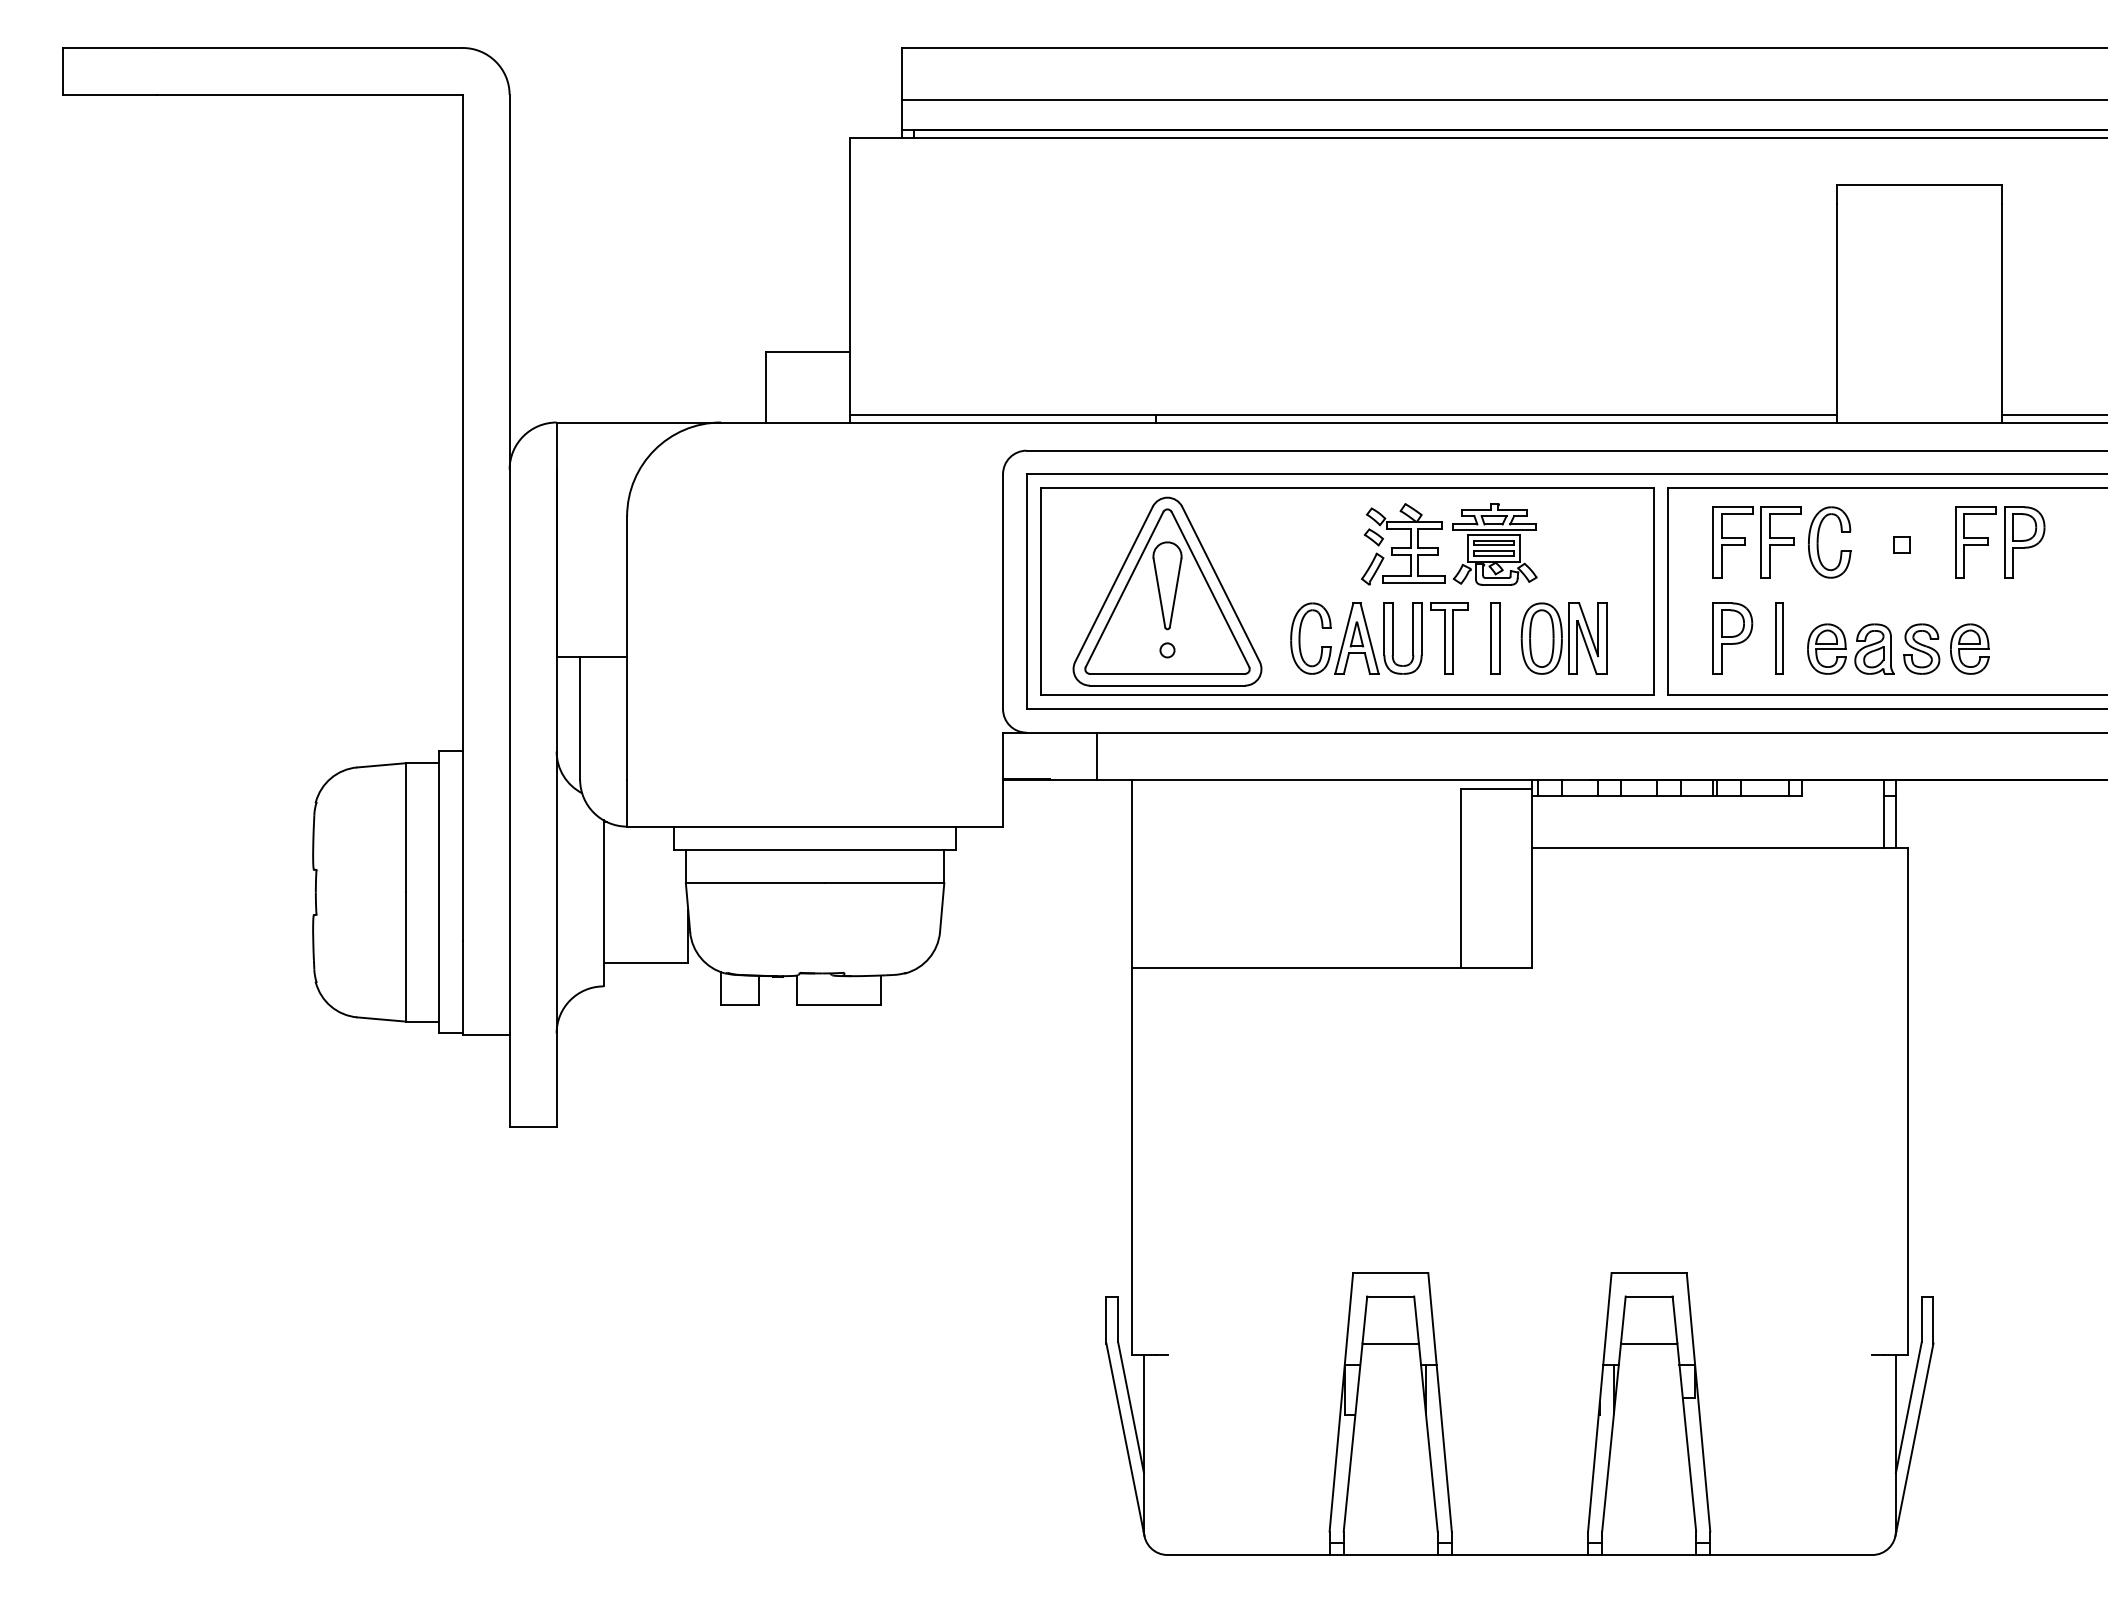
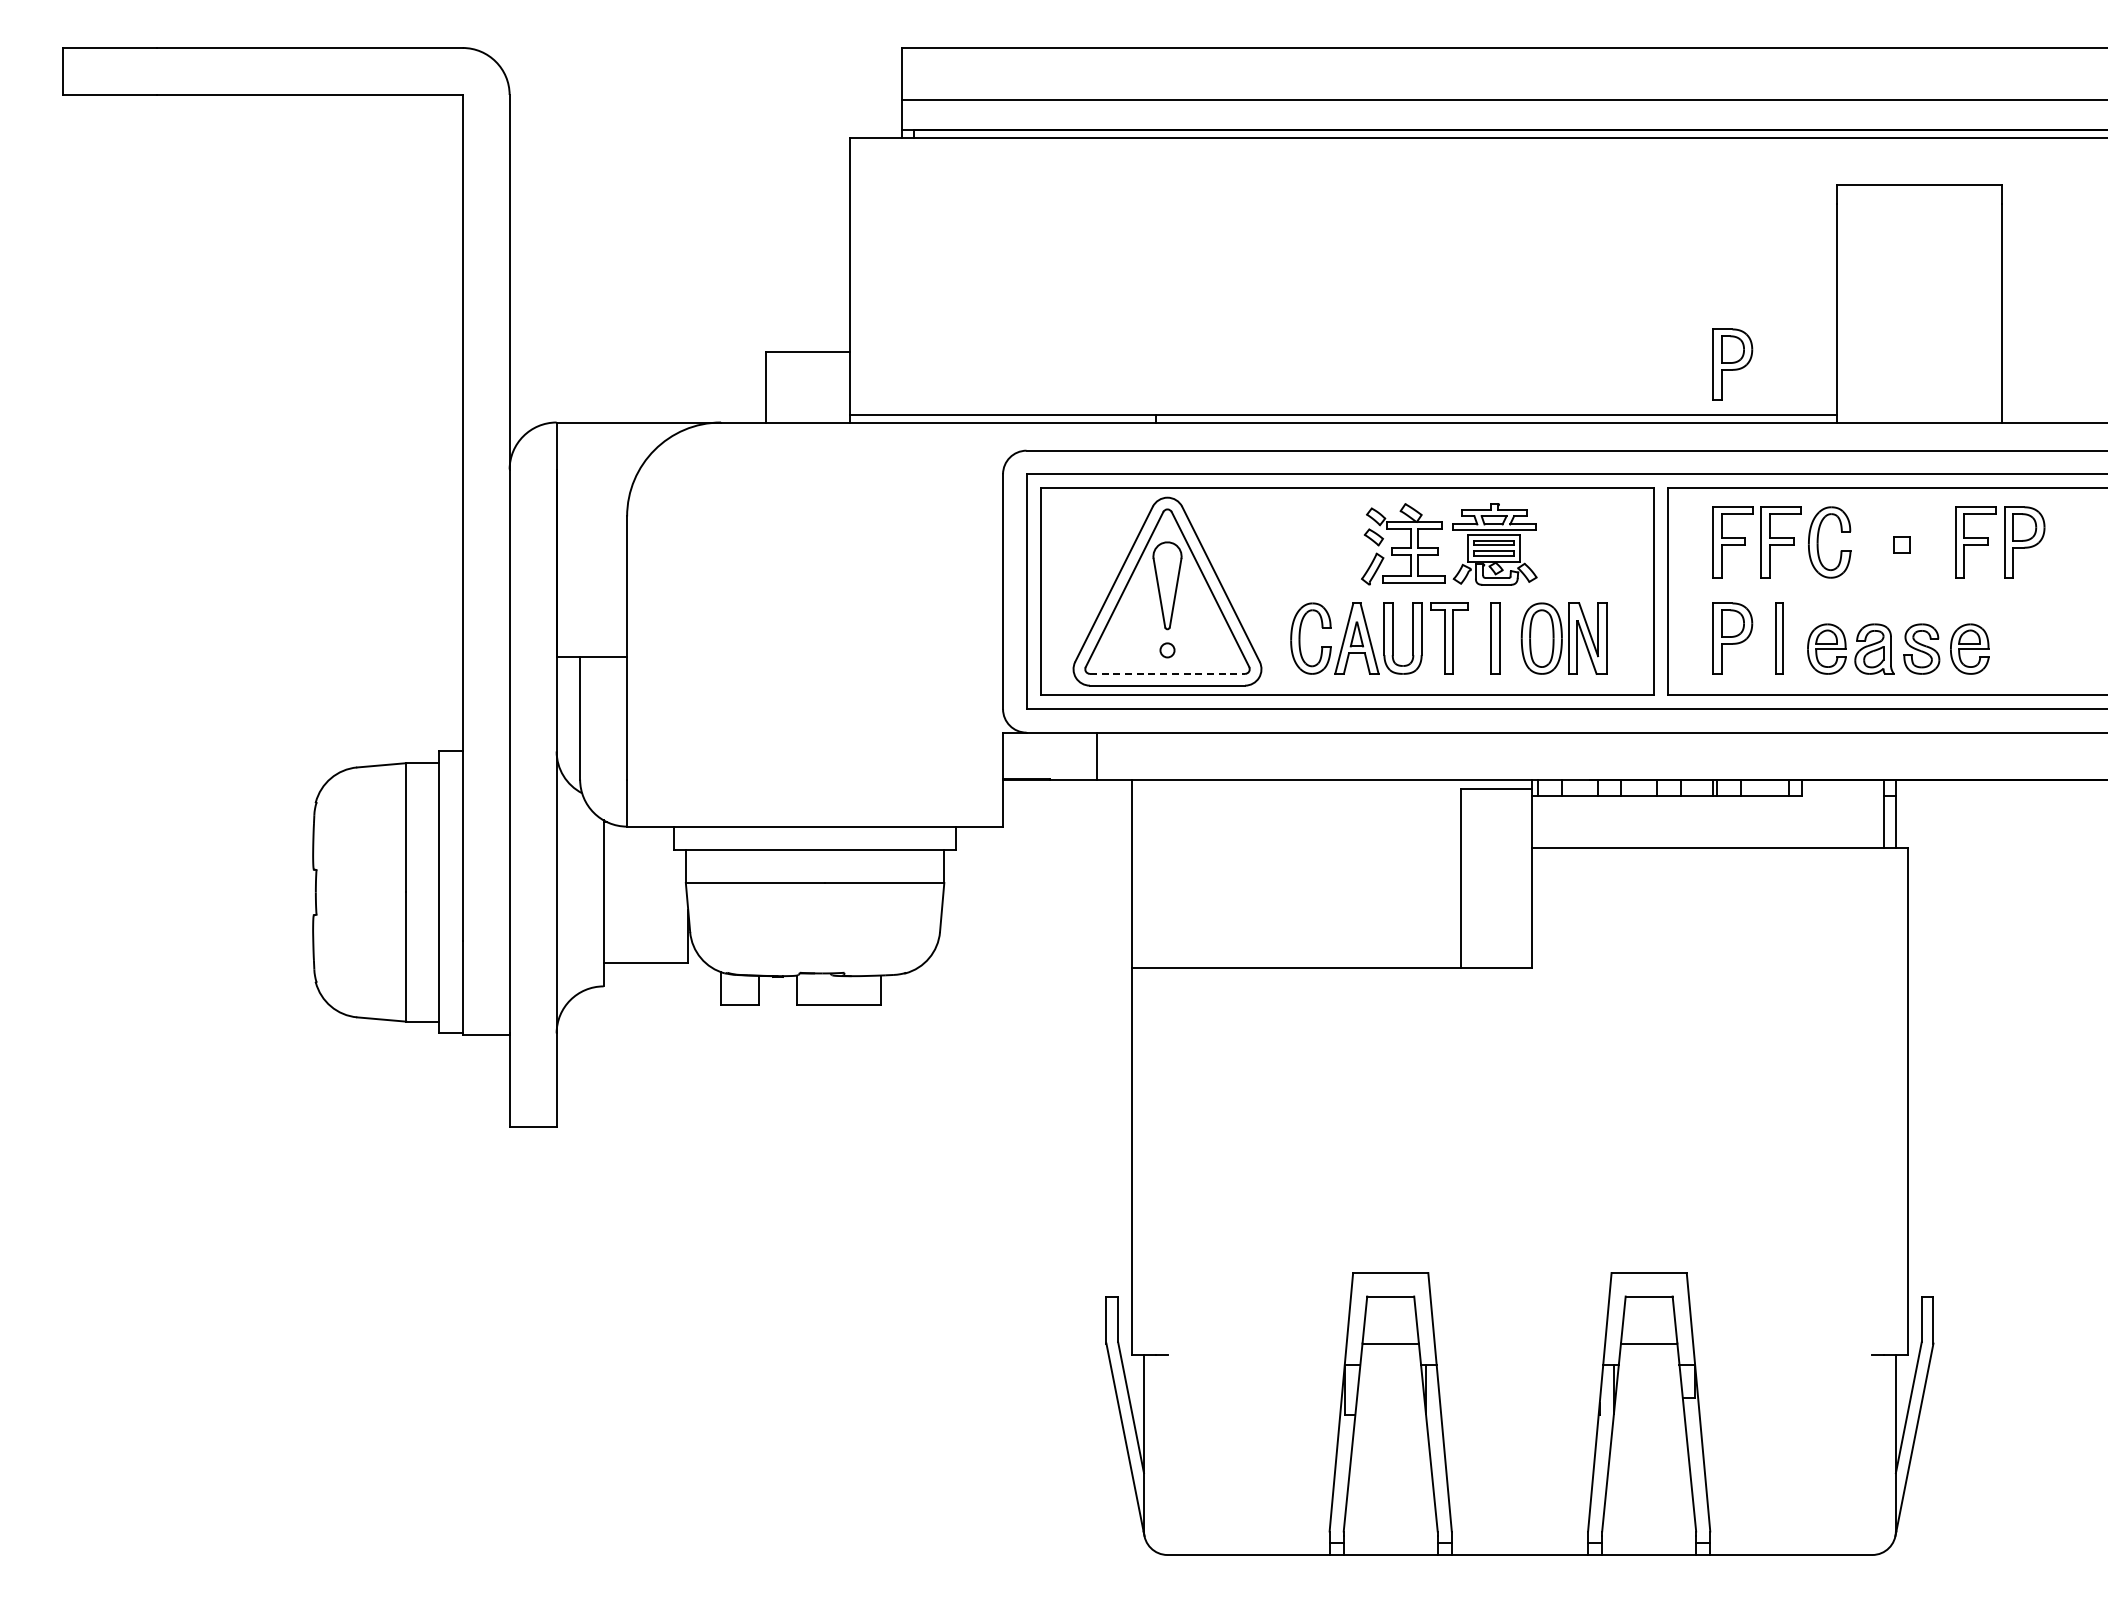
part at (1732, 364): none -> present
line at (2052, 414): present -> none
line at (1167, 673): solid -> dashed
